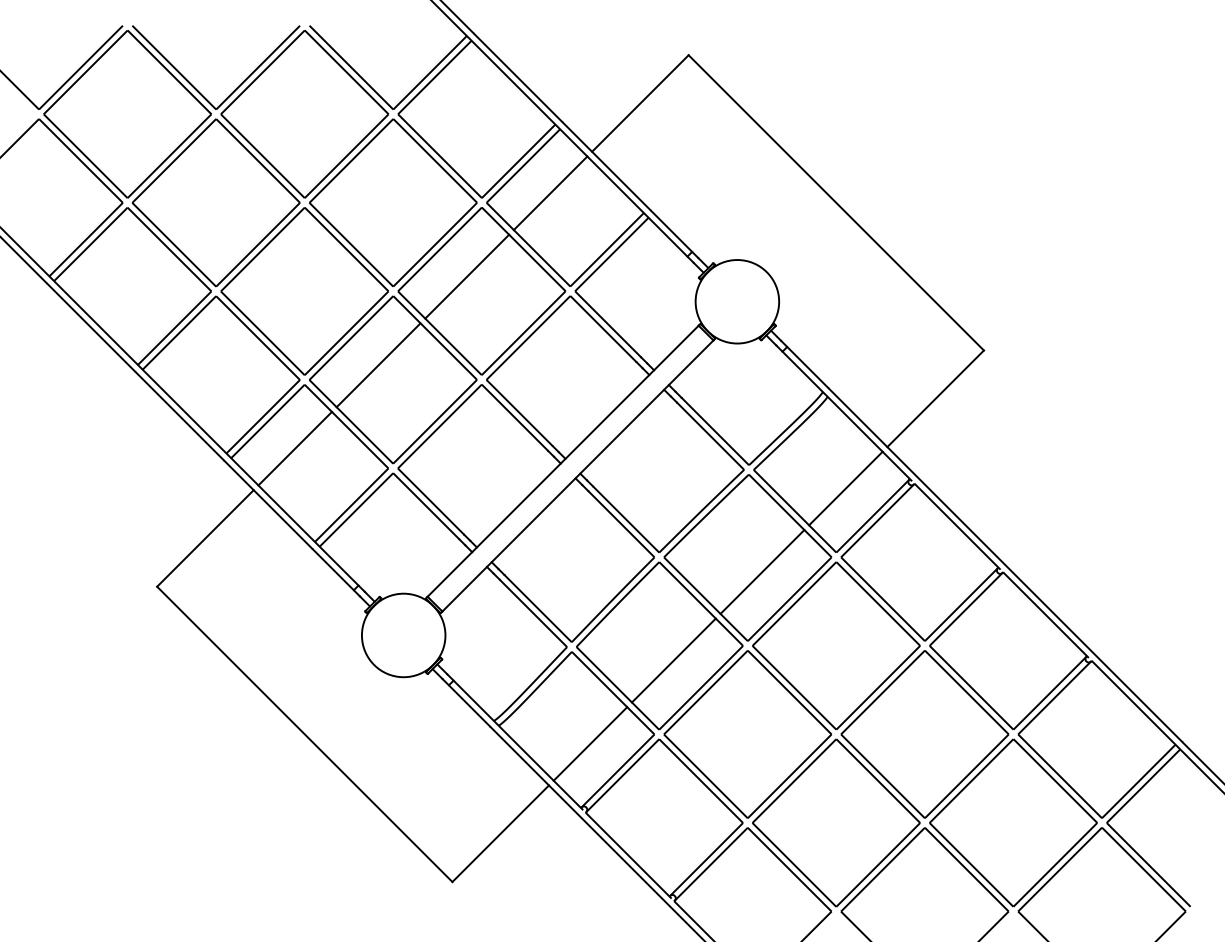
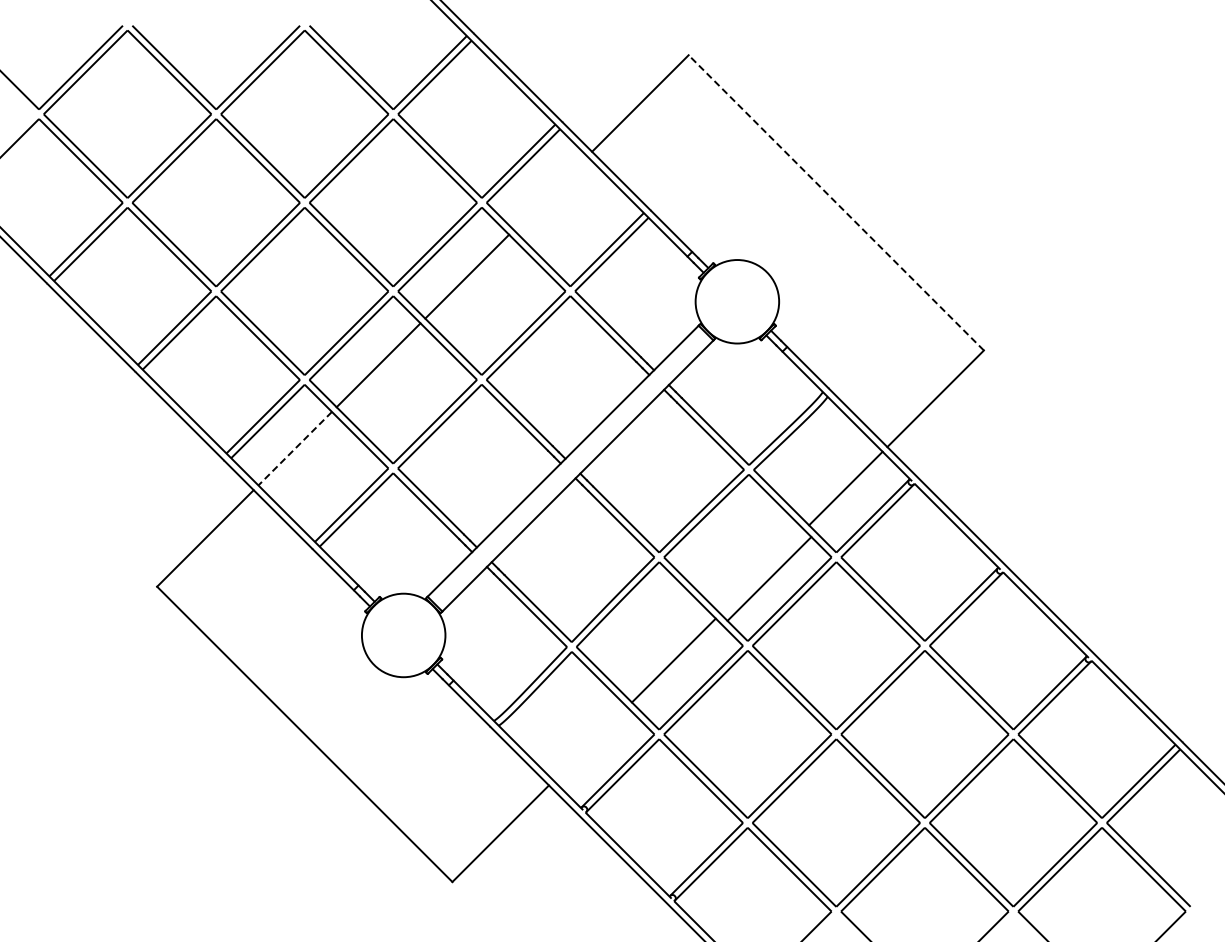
line at (550, 193): present -> none
line at (836, 202): solid -> dashed
line at (295, 448): solid -> dashed
line at (762, 571) position: (762, 571) -> (769, 578)
line at (590, 743): present -> none
